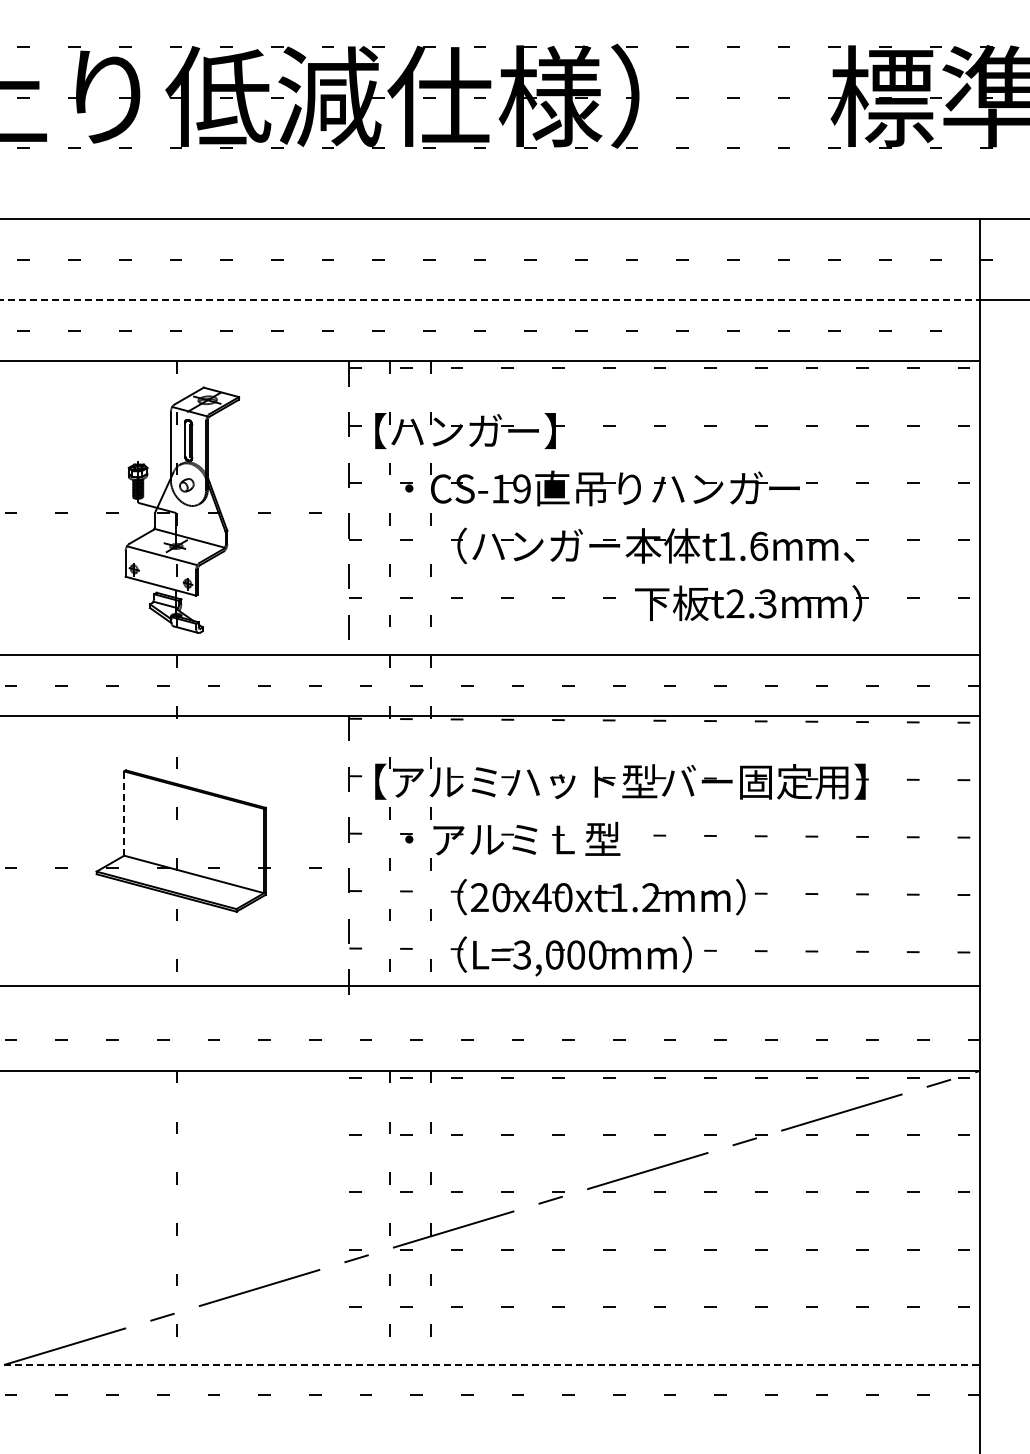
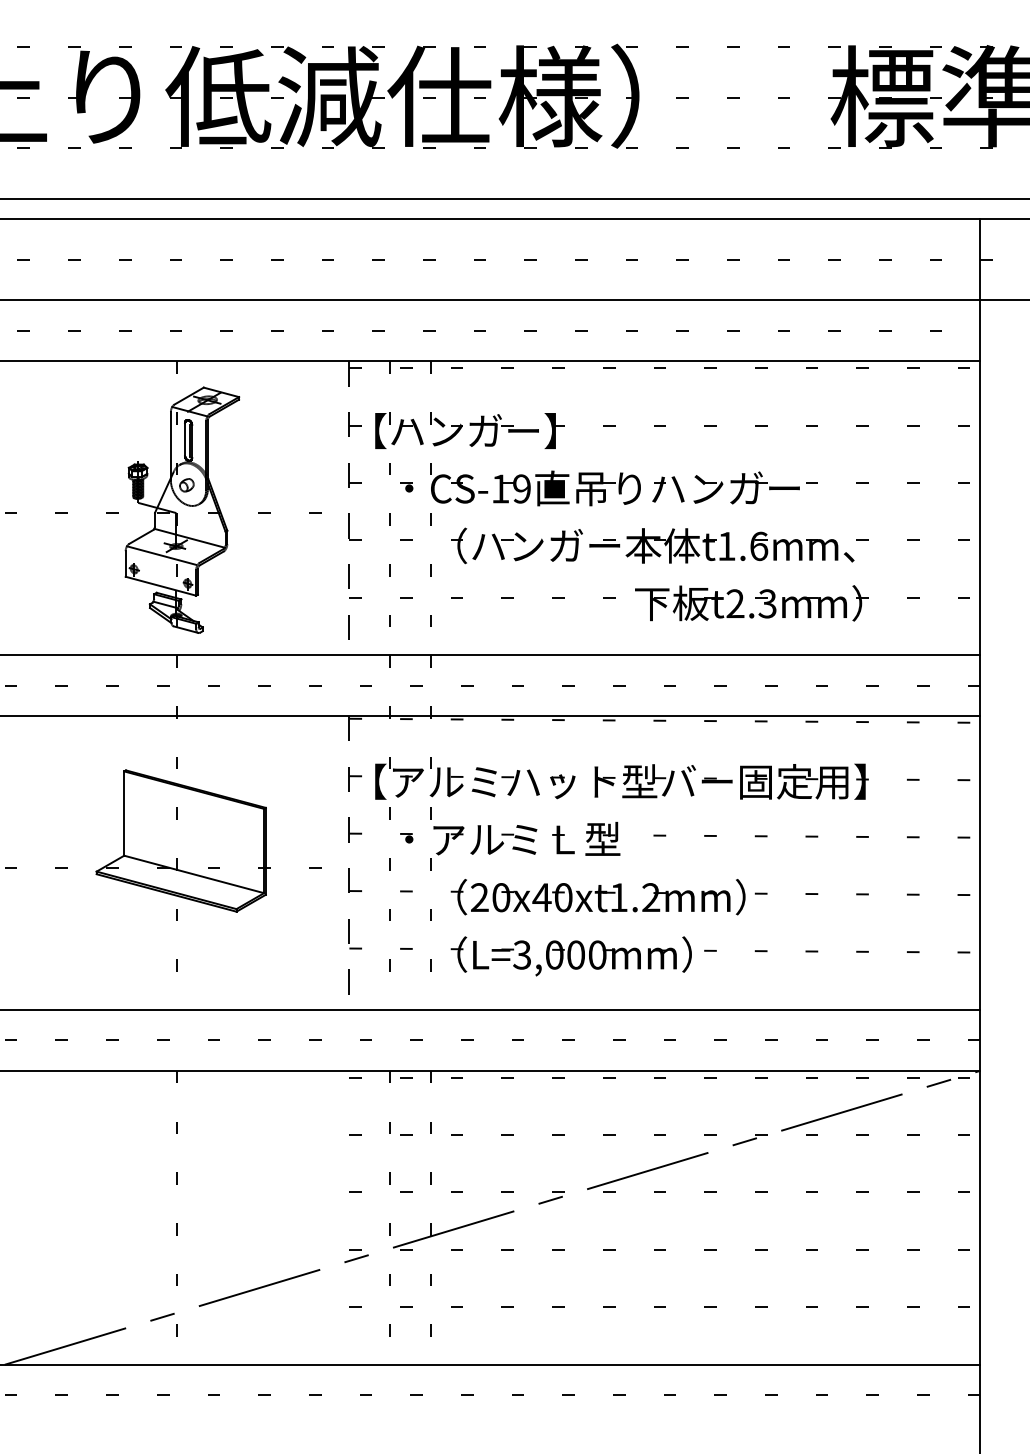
line at (514, 199): none -> present
line at (490, 300): dashed -> solid
line at (124, 813): dashed -> solid
line at (491, 986) position: (491, 986) -> (491, 1010)
line at (490, 1364): dashed -> solid
